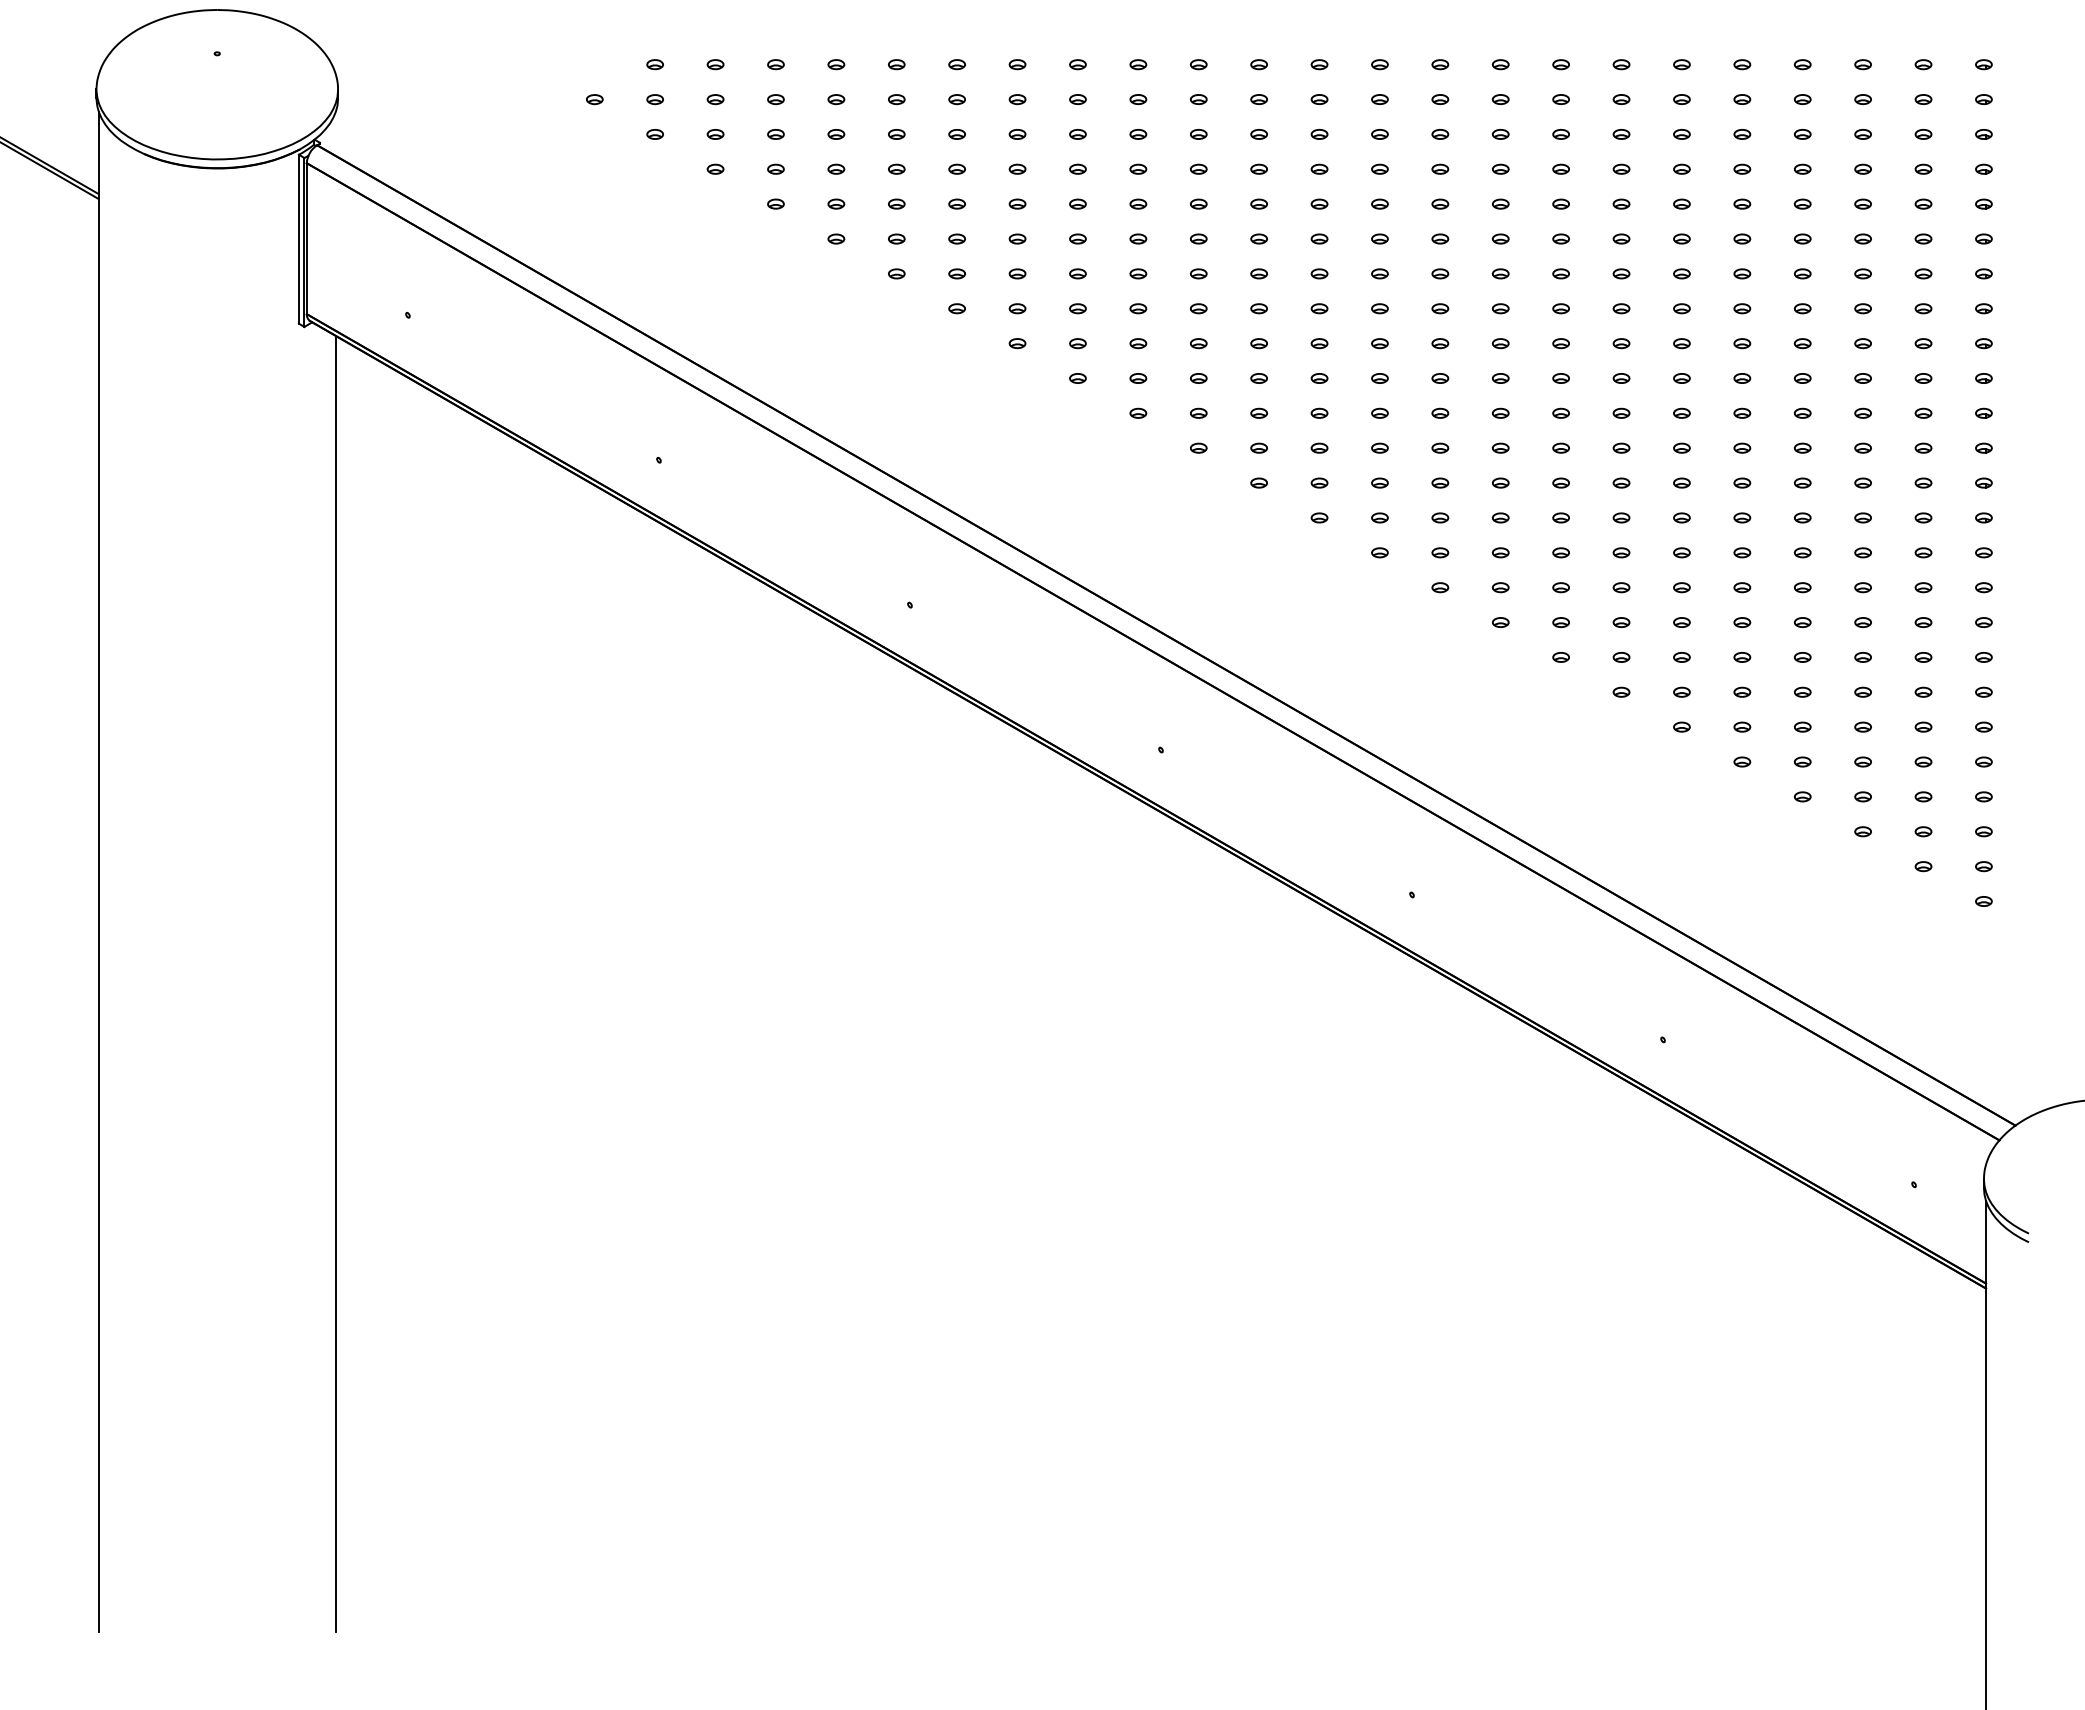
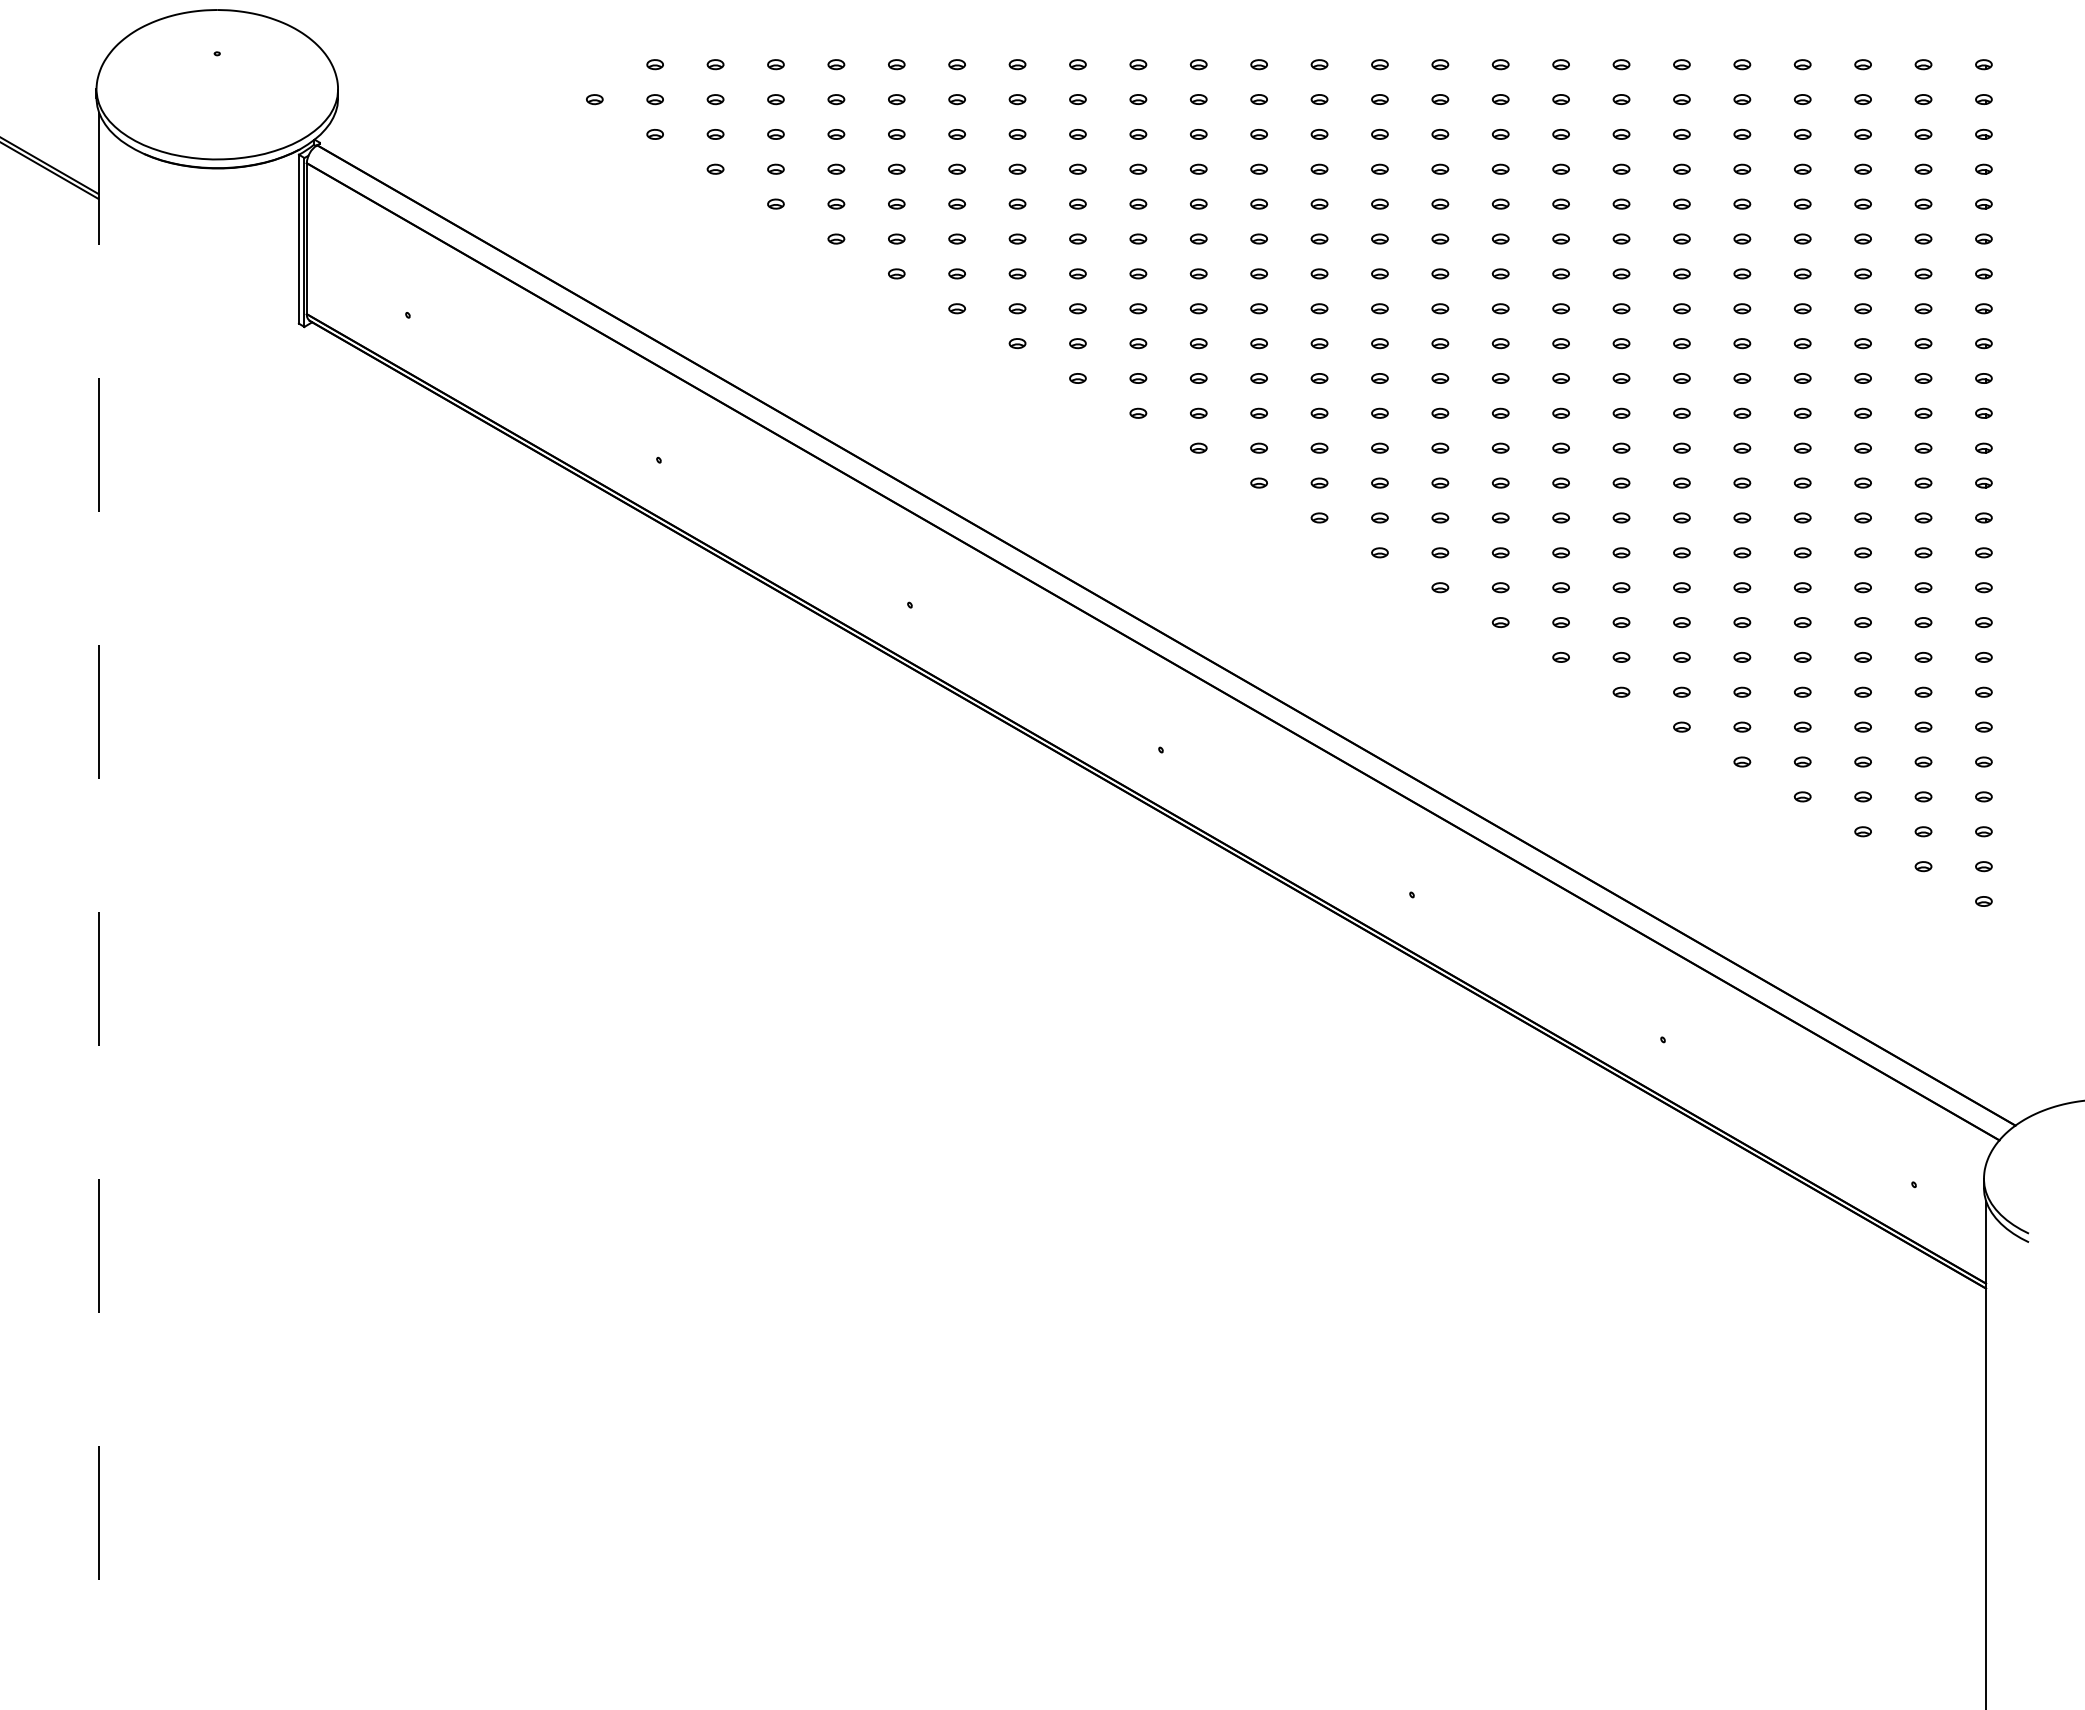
line at (98, 872): solid -> dashed
line at (335, 983): present -> none
